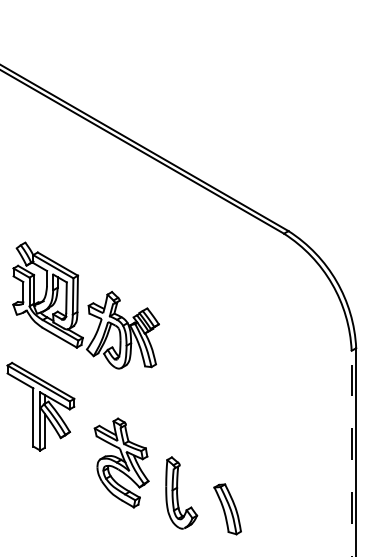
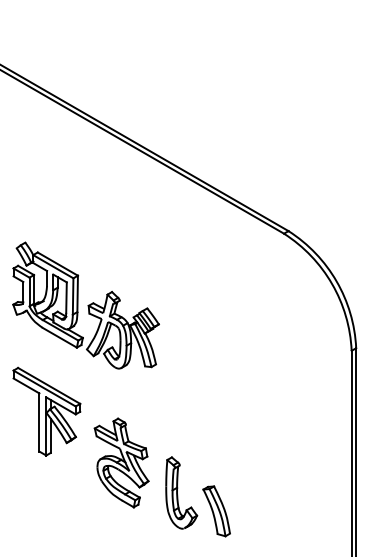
part at (40, 406) position: (40, 406) -> (46, 411)
line at (351, 453): dashed -> solid
part at (227, 509) position: (227, 509) -> (216, 511)
